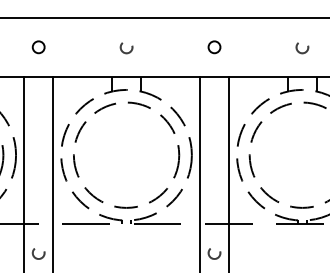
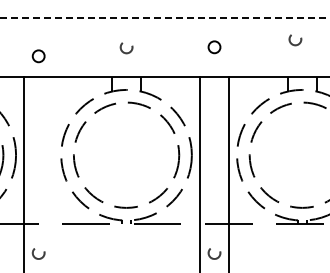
line at (164, 18): solid -> dashed
circle at (38, 47) position: (38, 47) -> (38, 56)
circle at (302, 48) position: (302, 48) -> (295, 40)
line at (52, 172): present -> none
